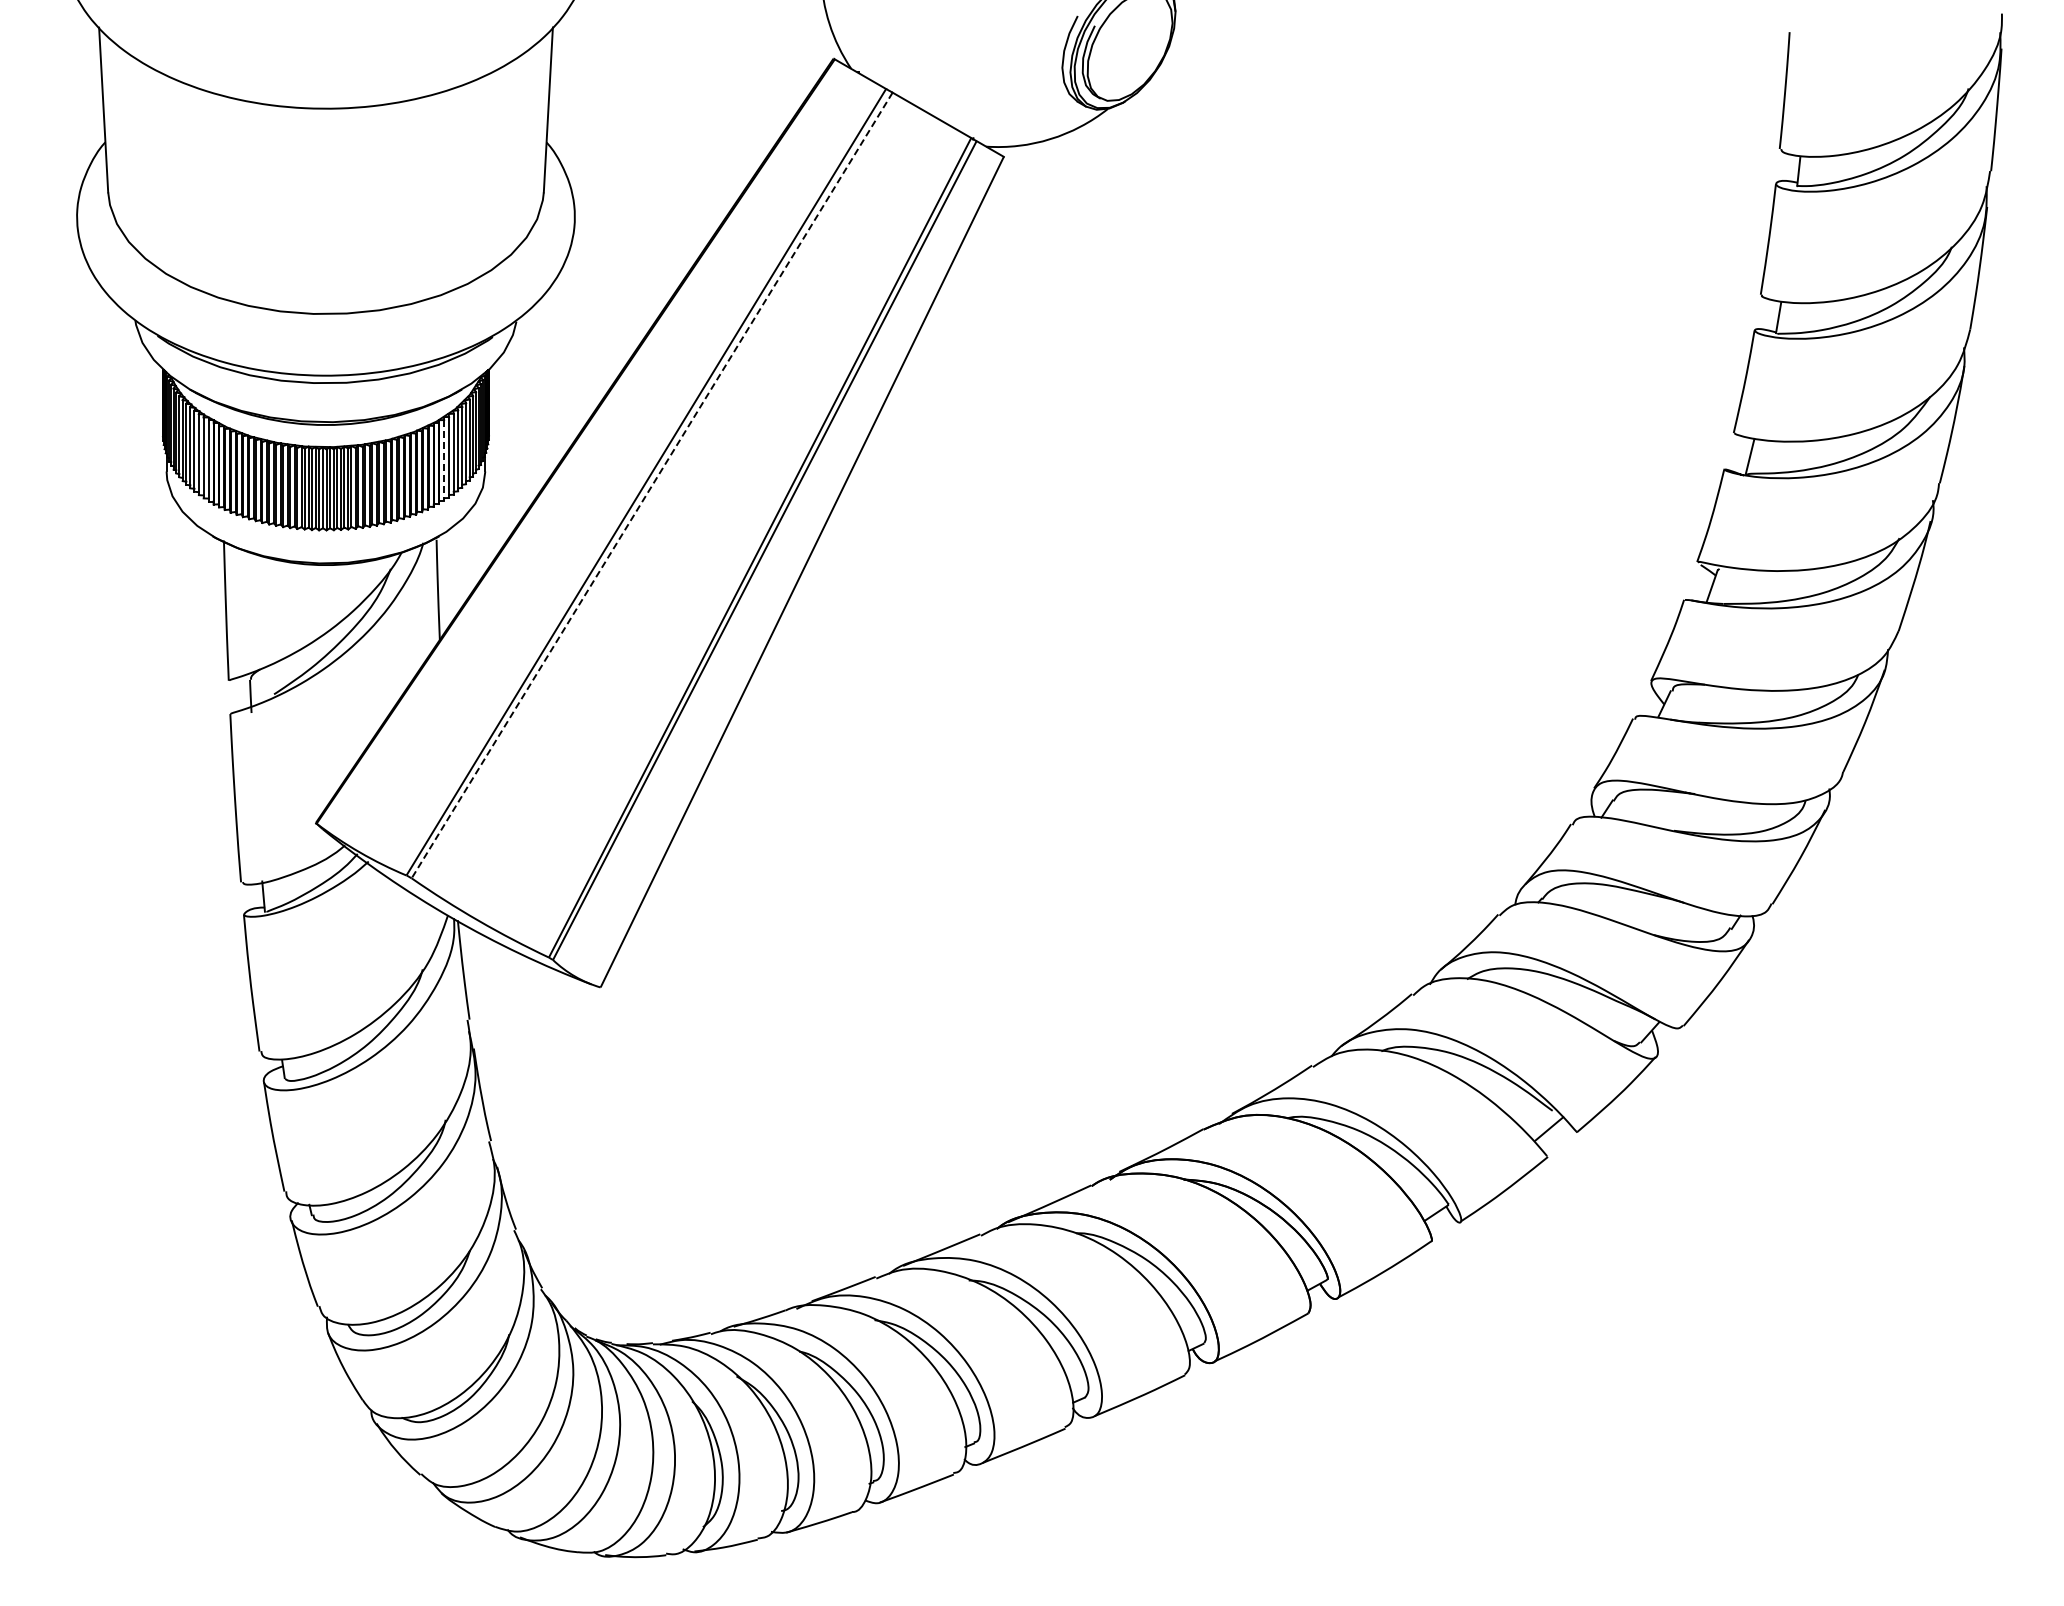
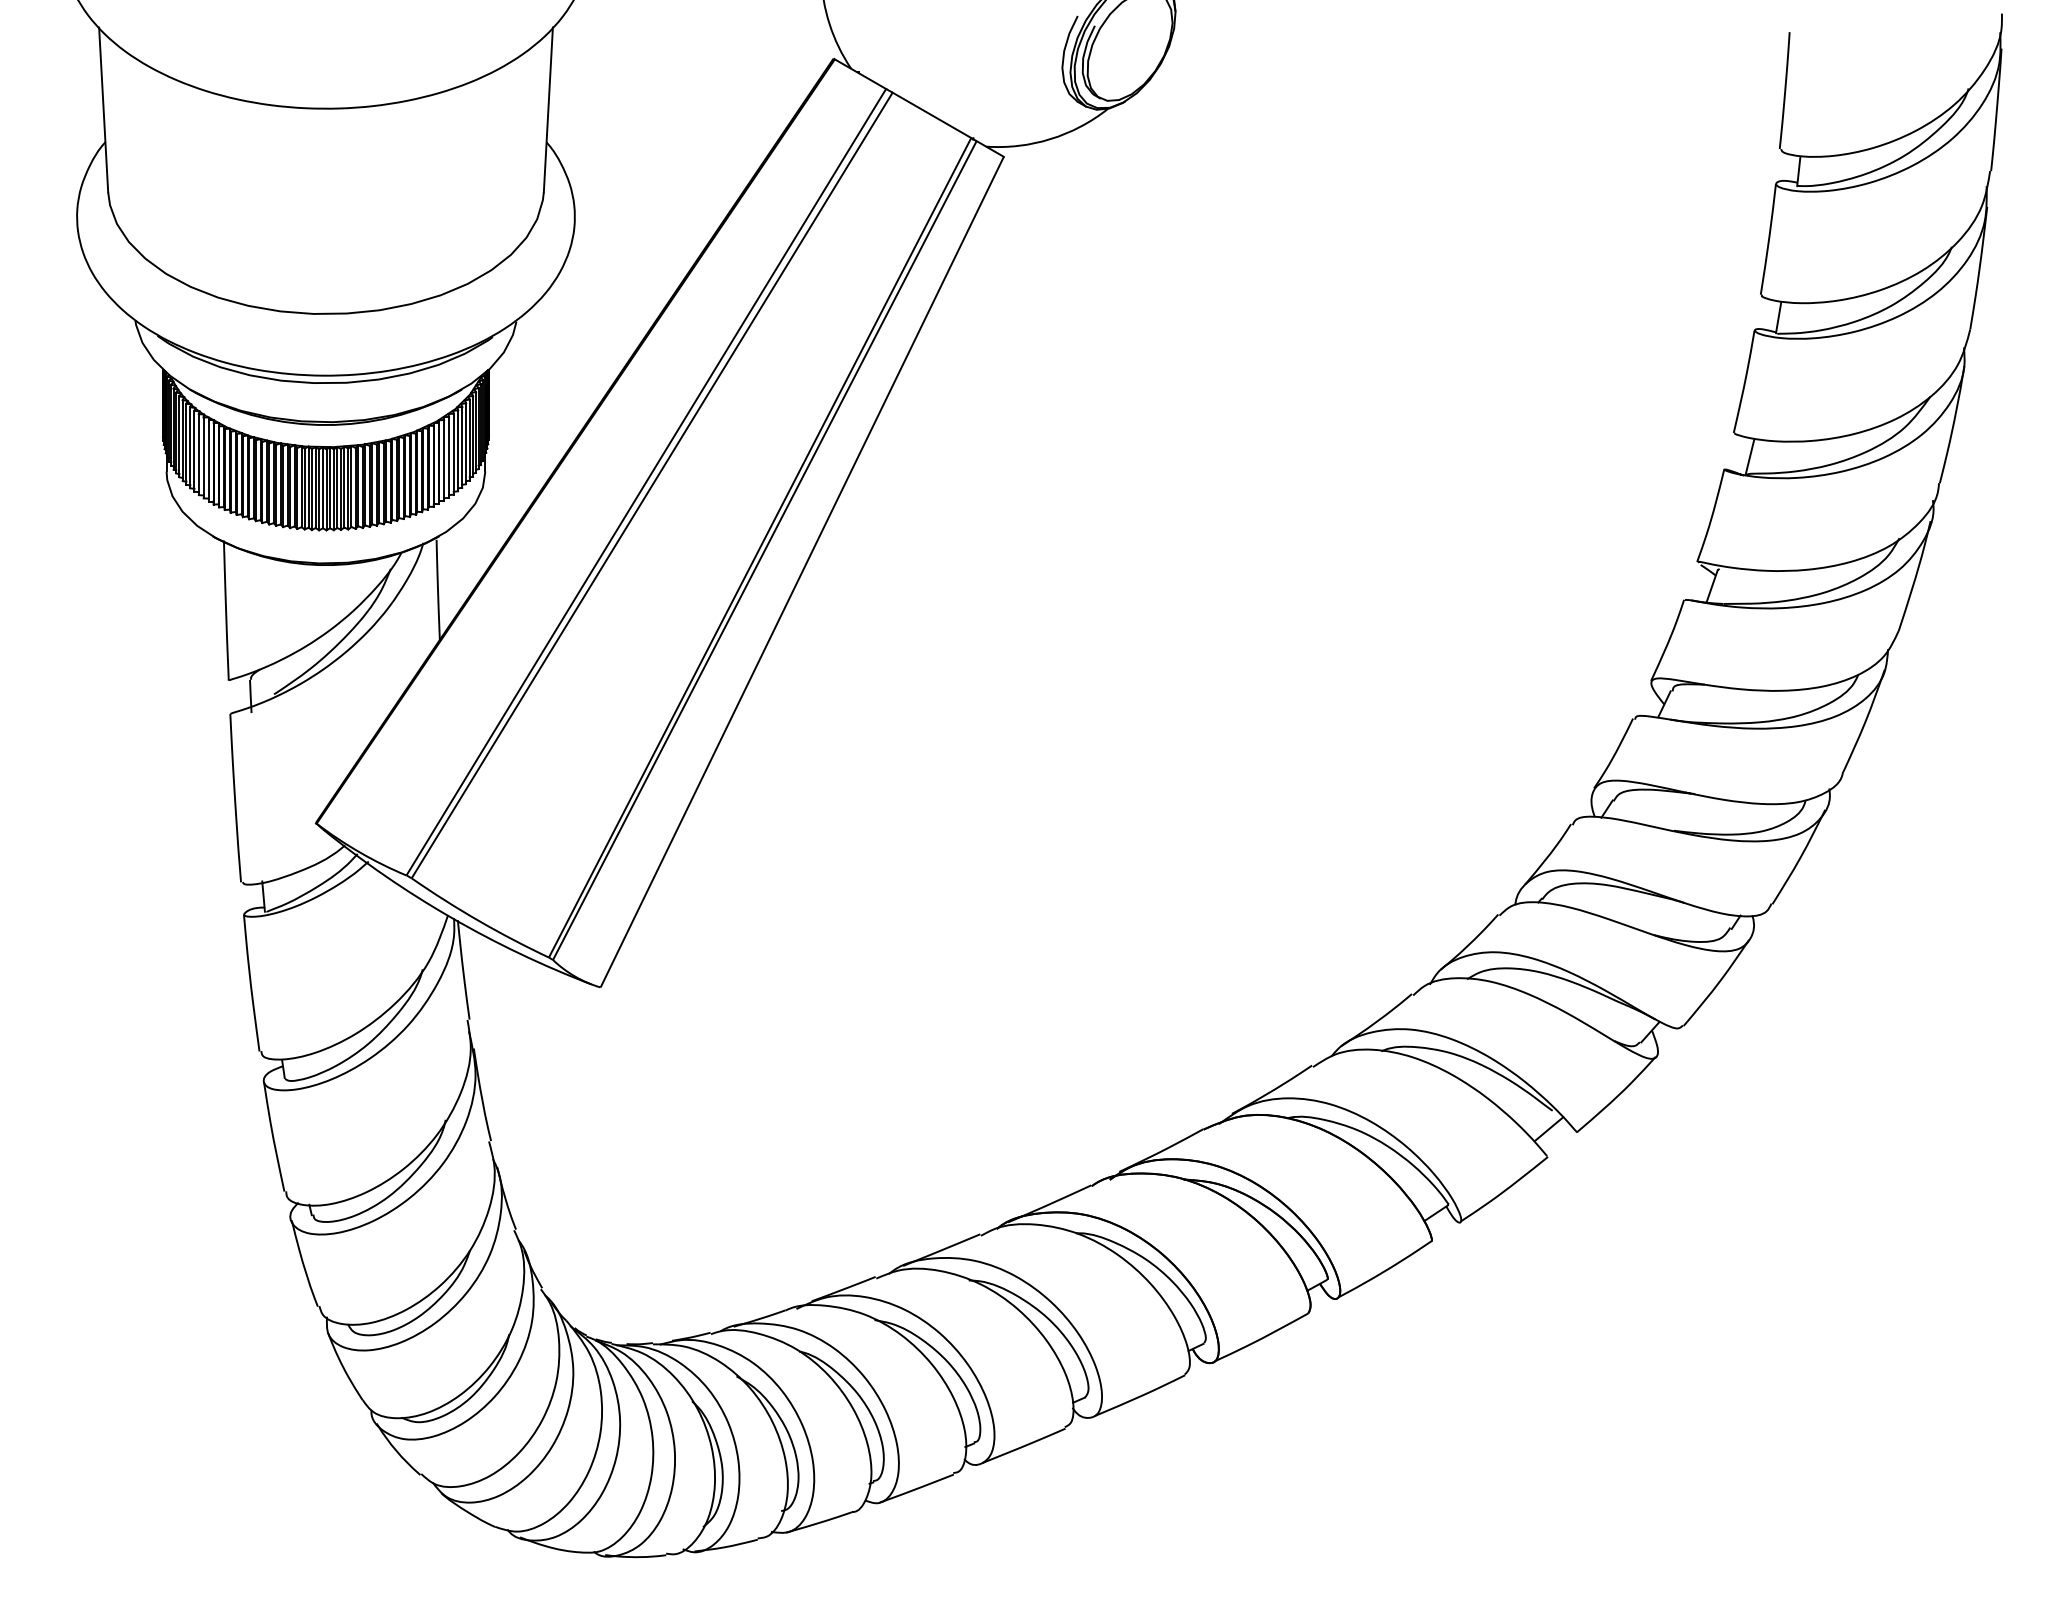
line at (444, 460): dashed -> solid
line at (652, 485): dashed -> solid
